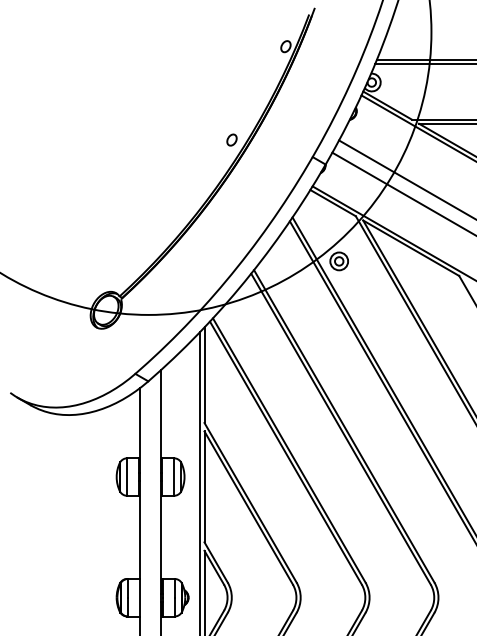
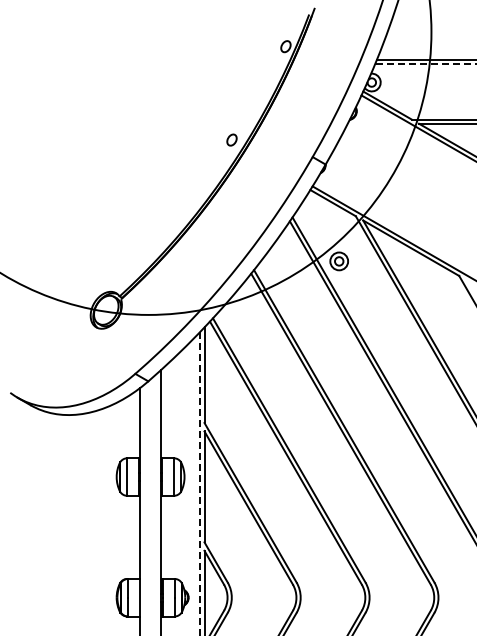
line at (425, 64): solid -> dashed
line at (406, 179): present -> none
line at (402, 193): present -> none
line at (200, 483): solid -> dashed
